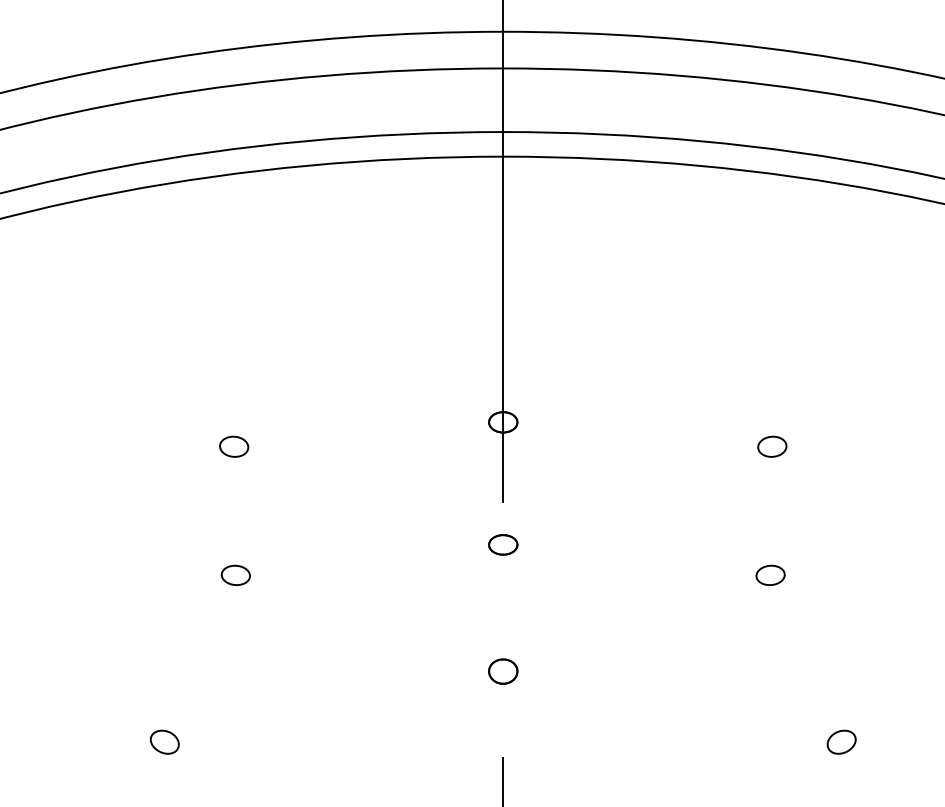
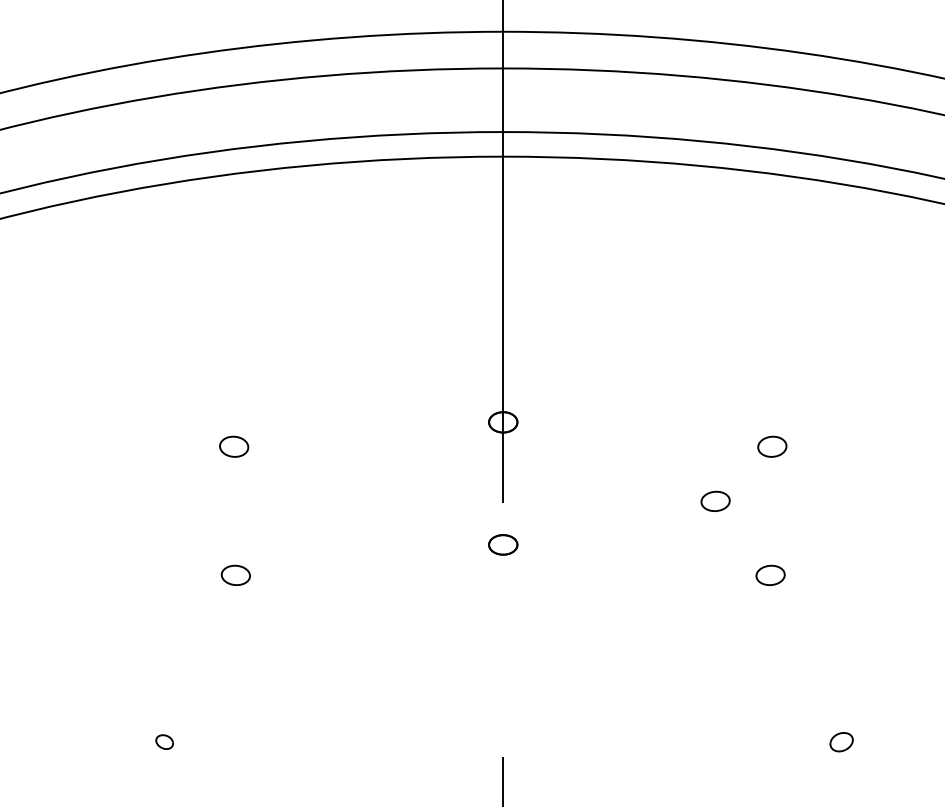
part at (715, 500): none -> present
part at (503, 671): present -> none
part at (164, 741) size: 31x26 px -> 19x16 px
part at (841, 741) size: 31x26 px -> 25x21 px
